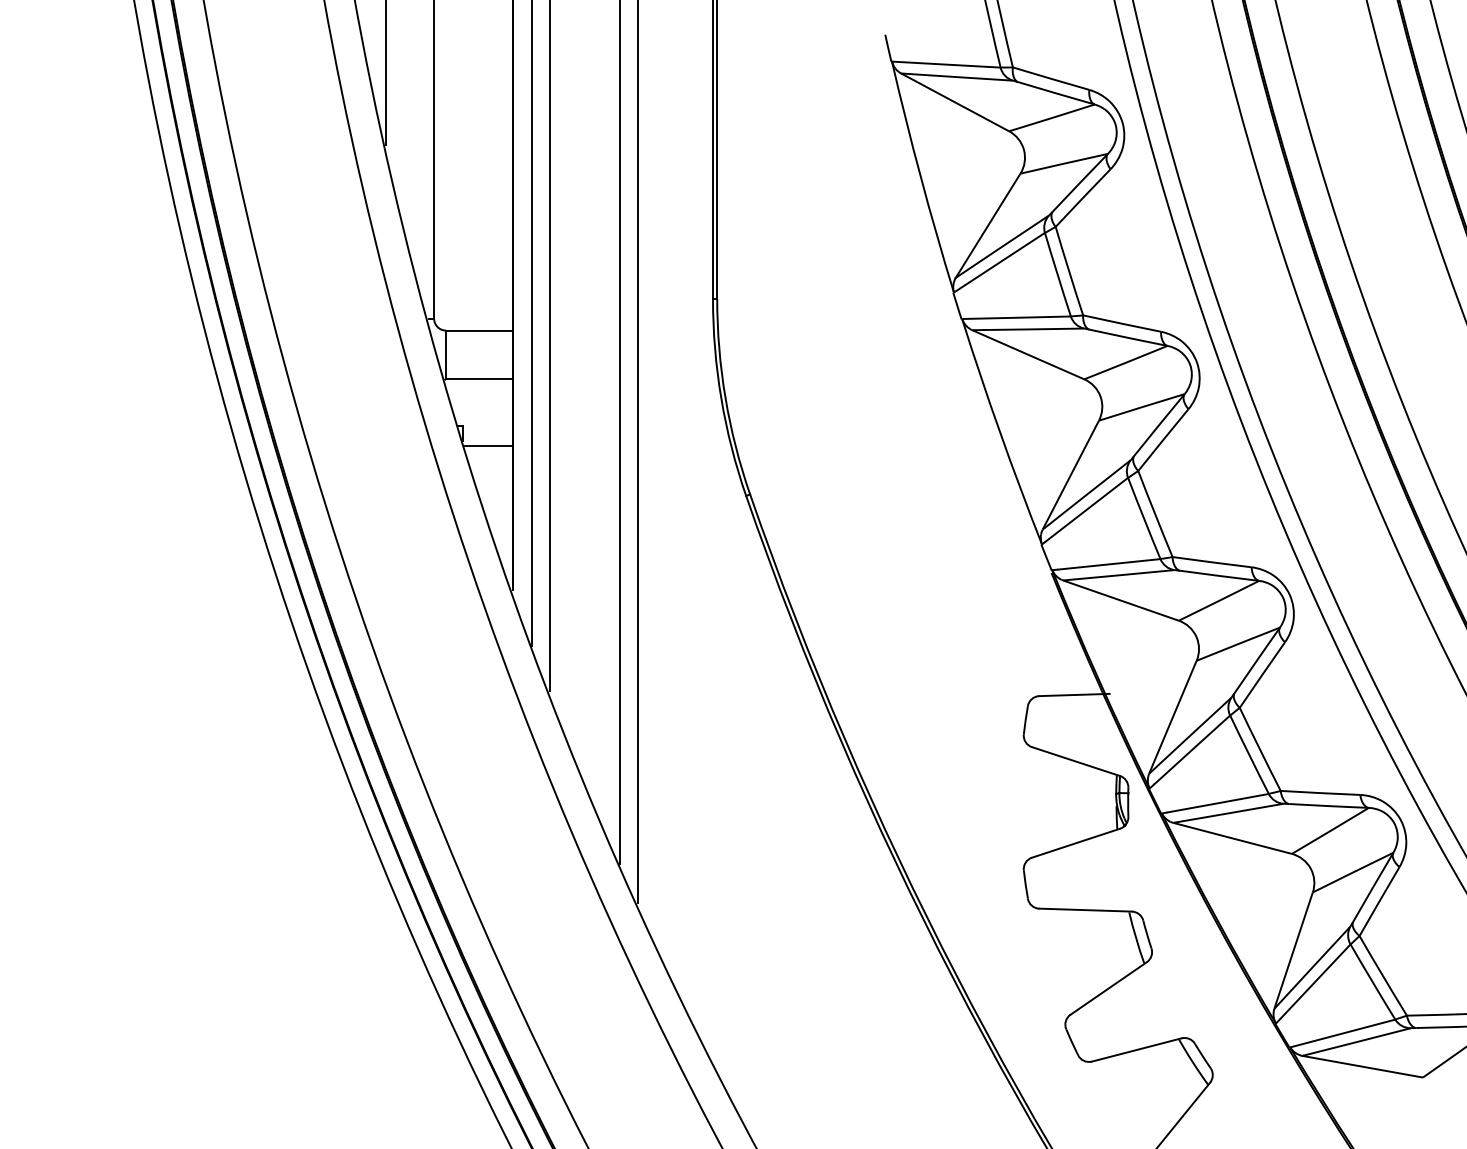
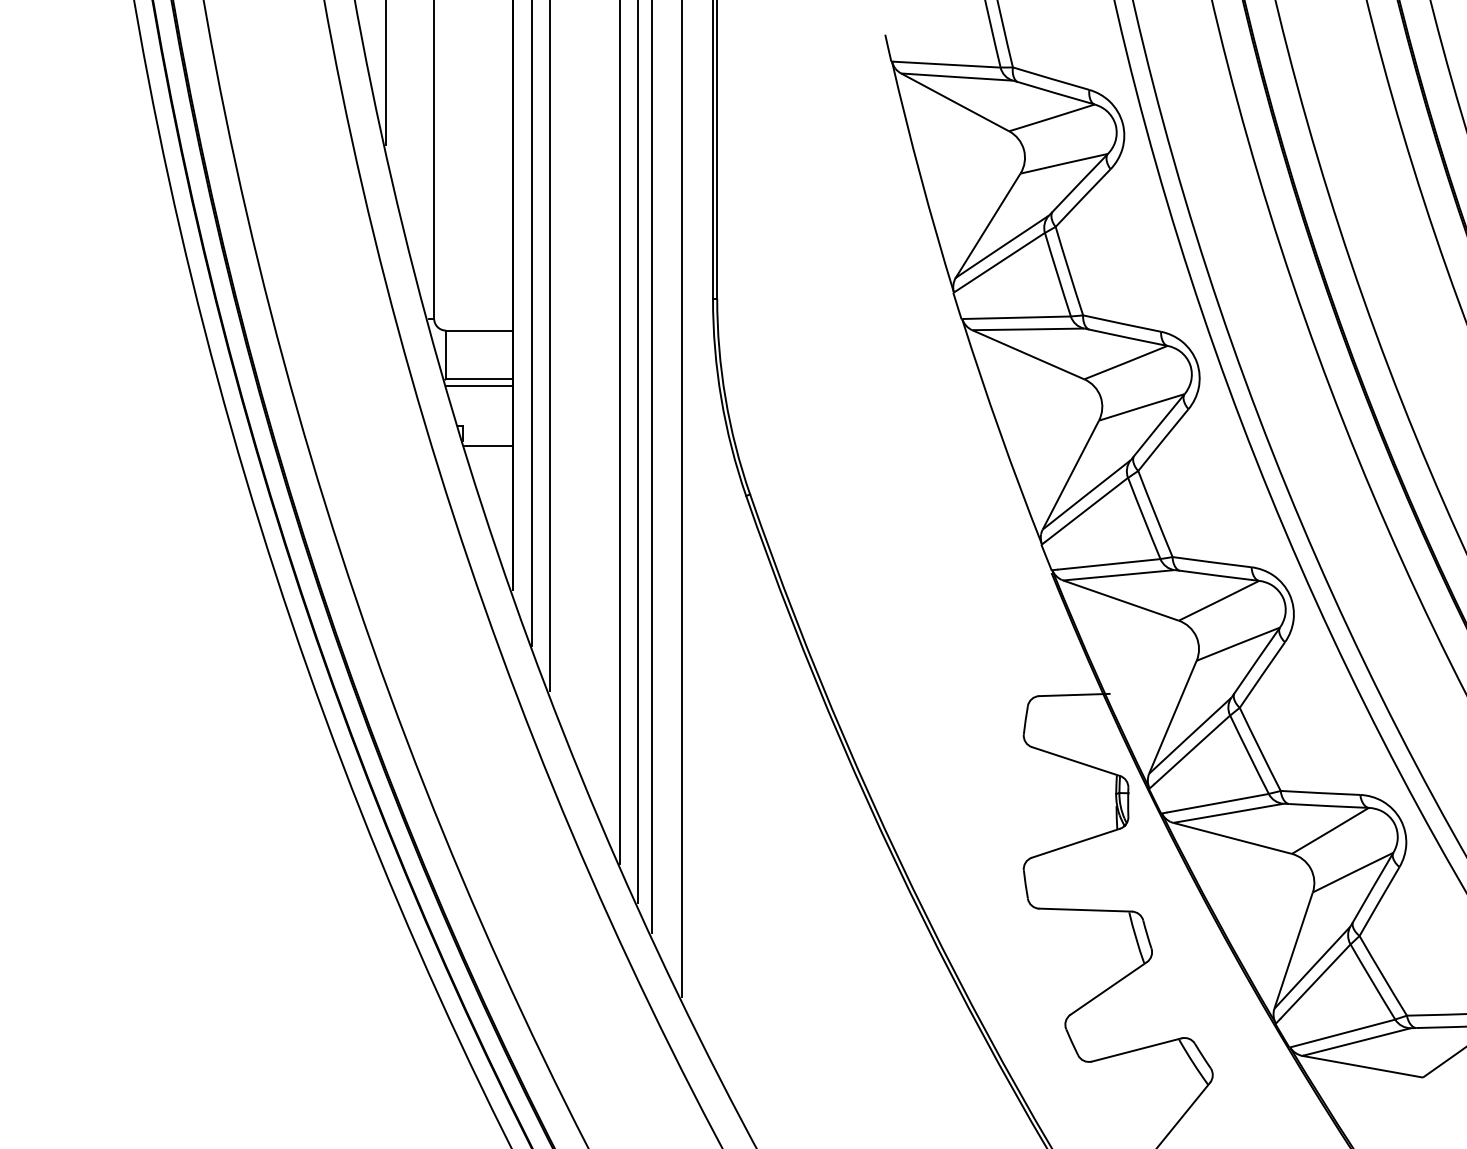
line at (479, 385): none -> present
line at (651, 467): none -> present
line at (681, 499): none -> present
